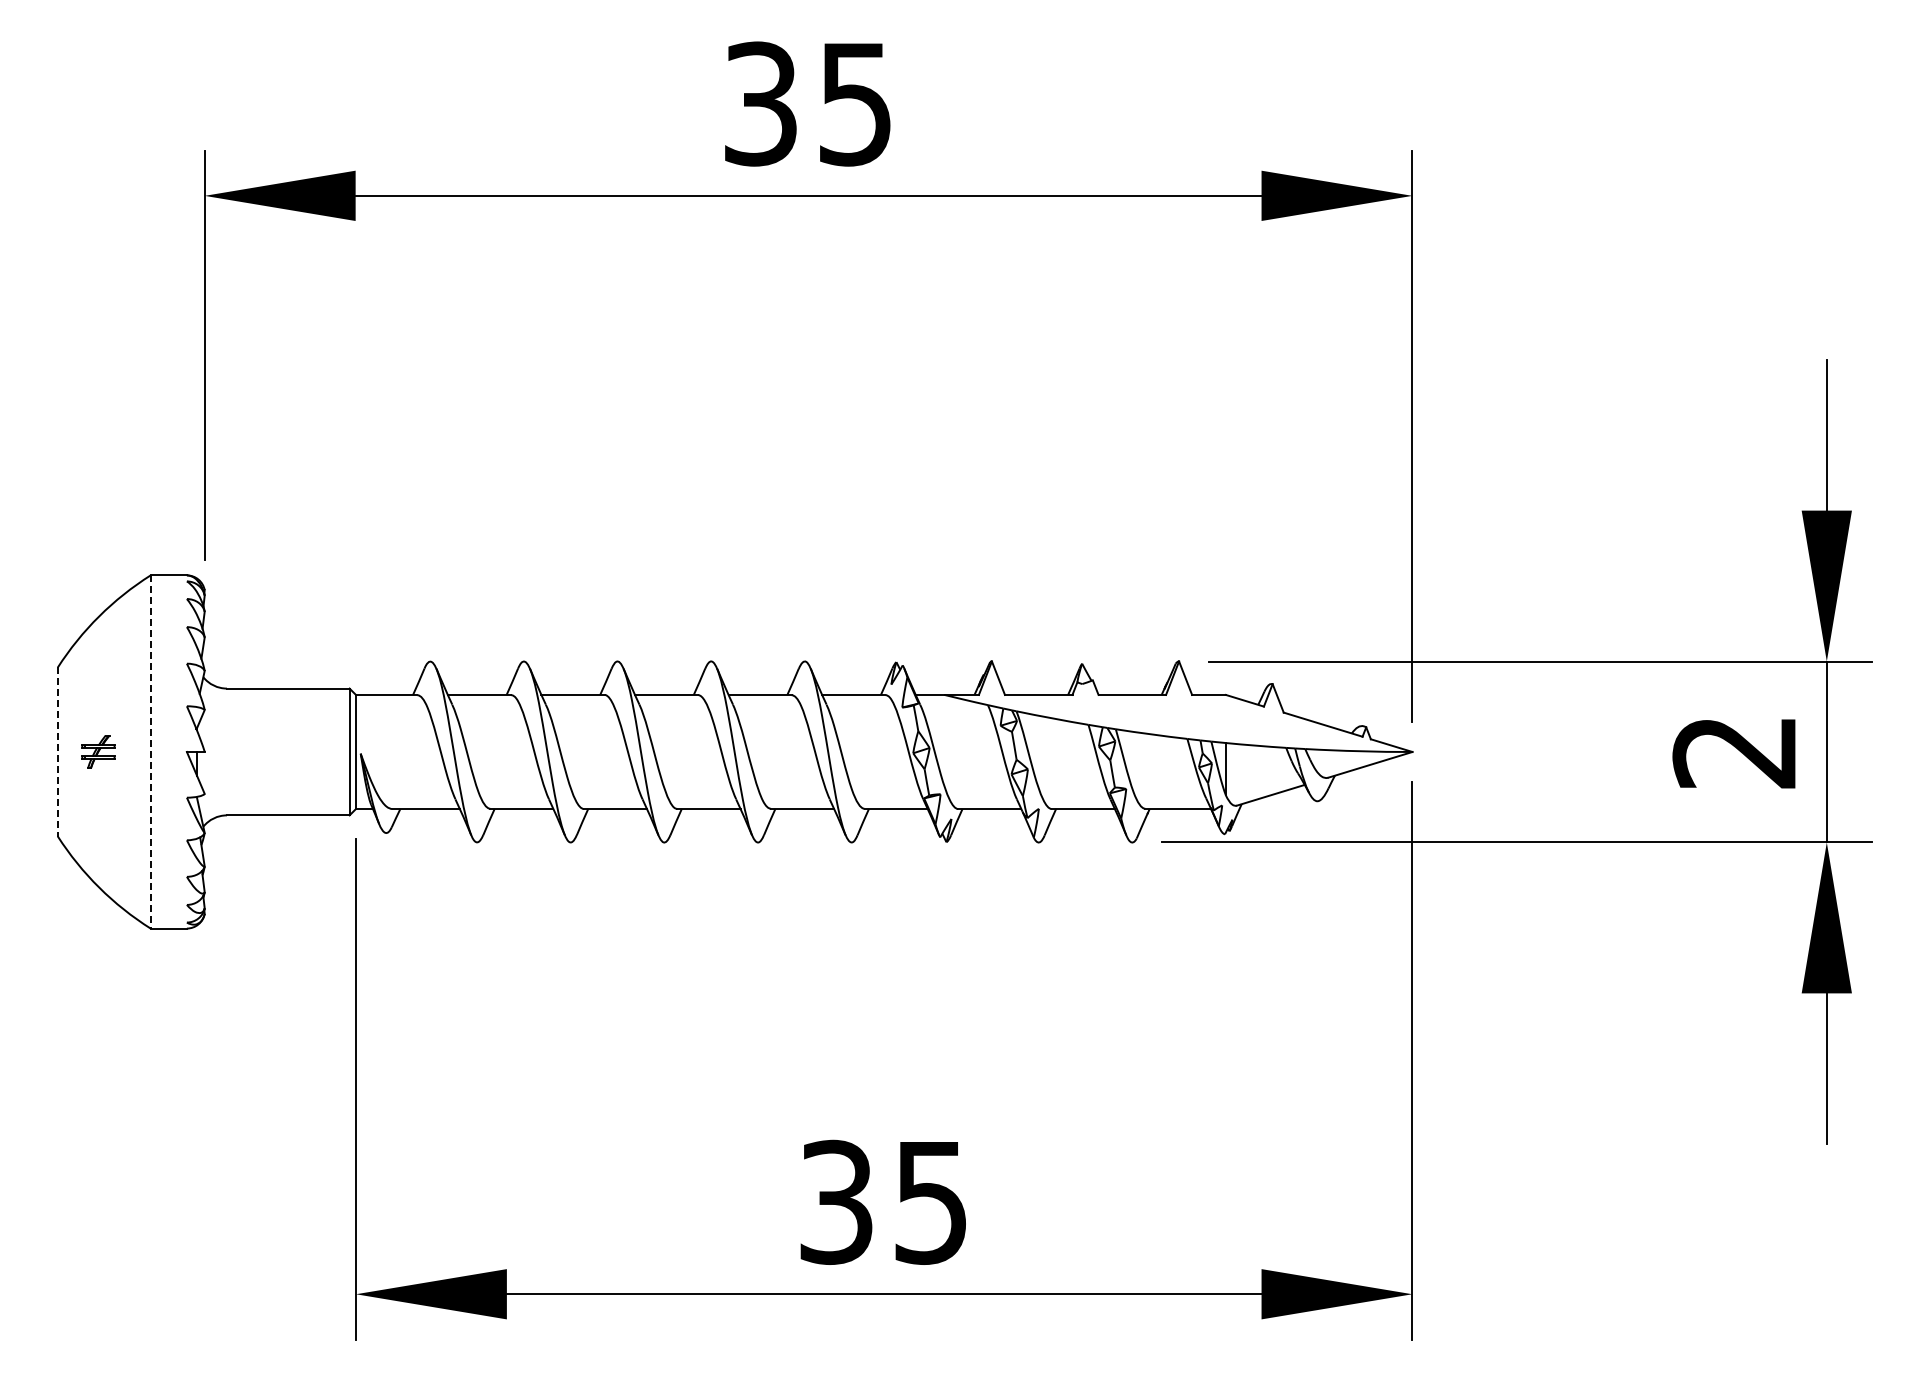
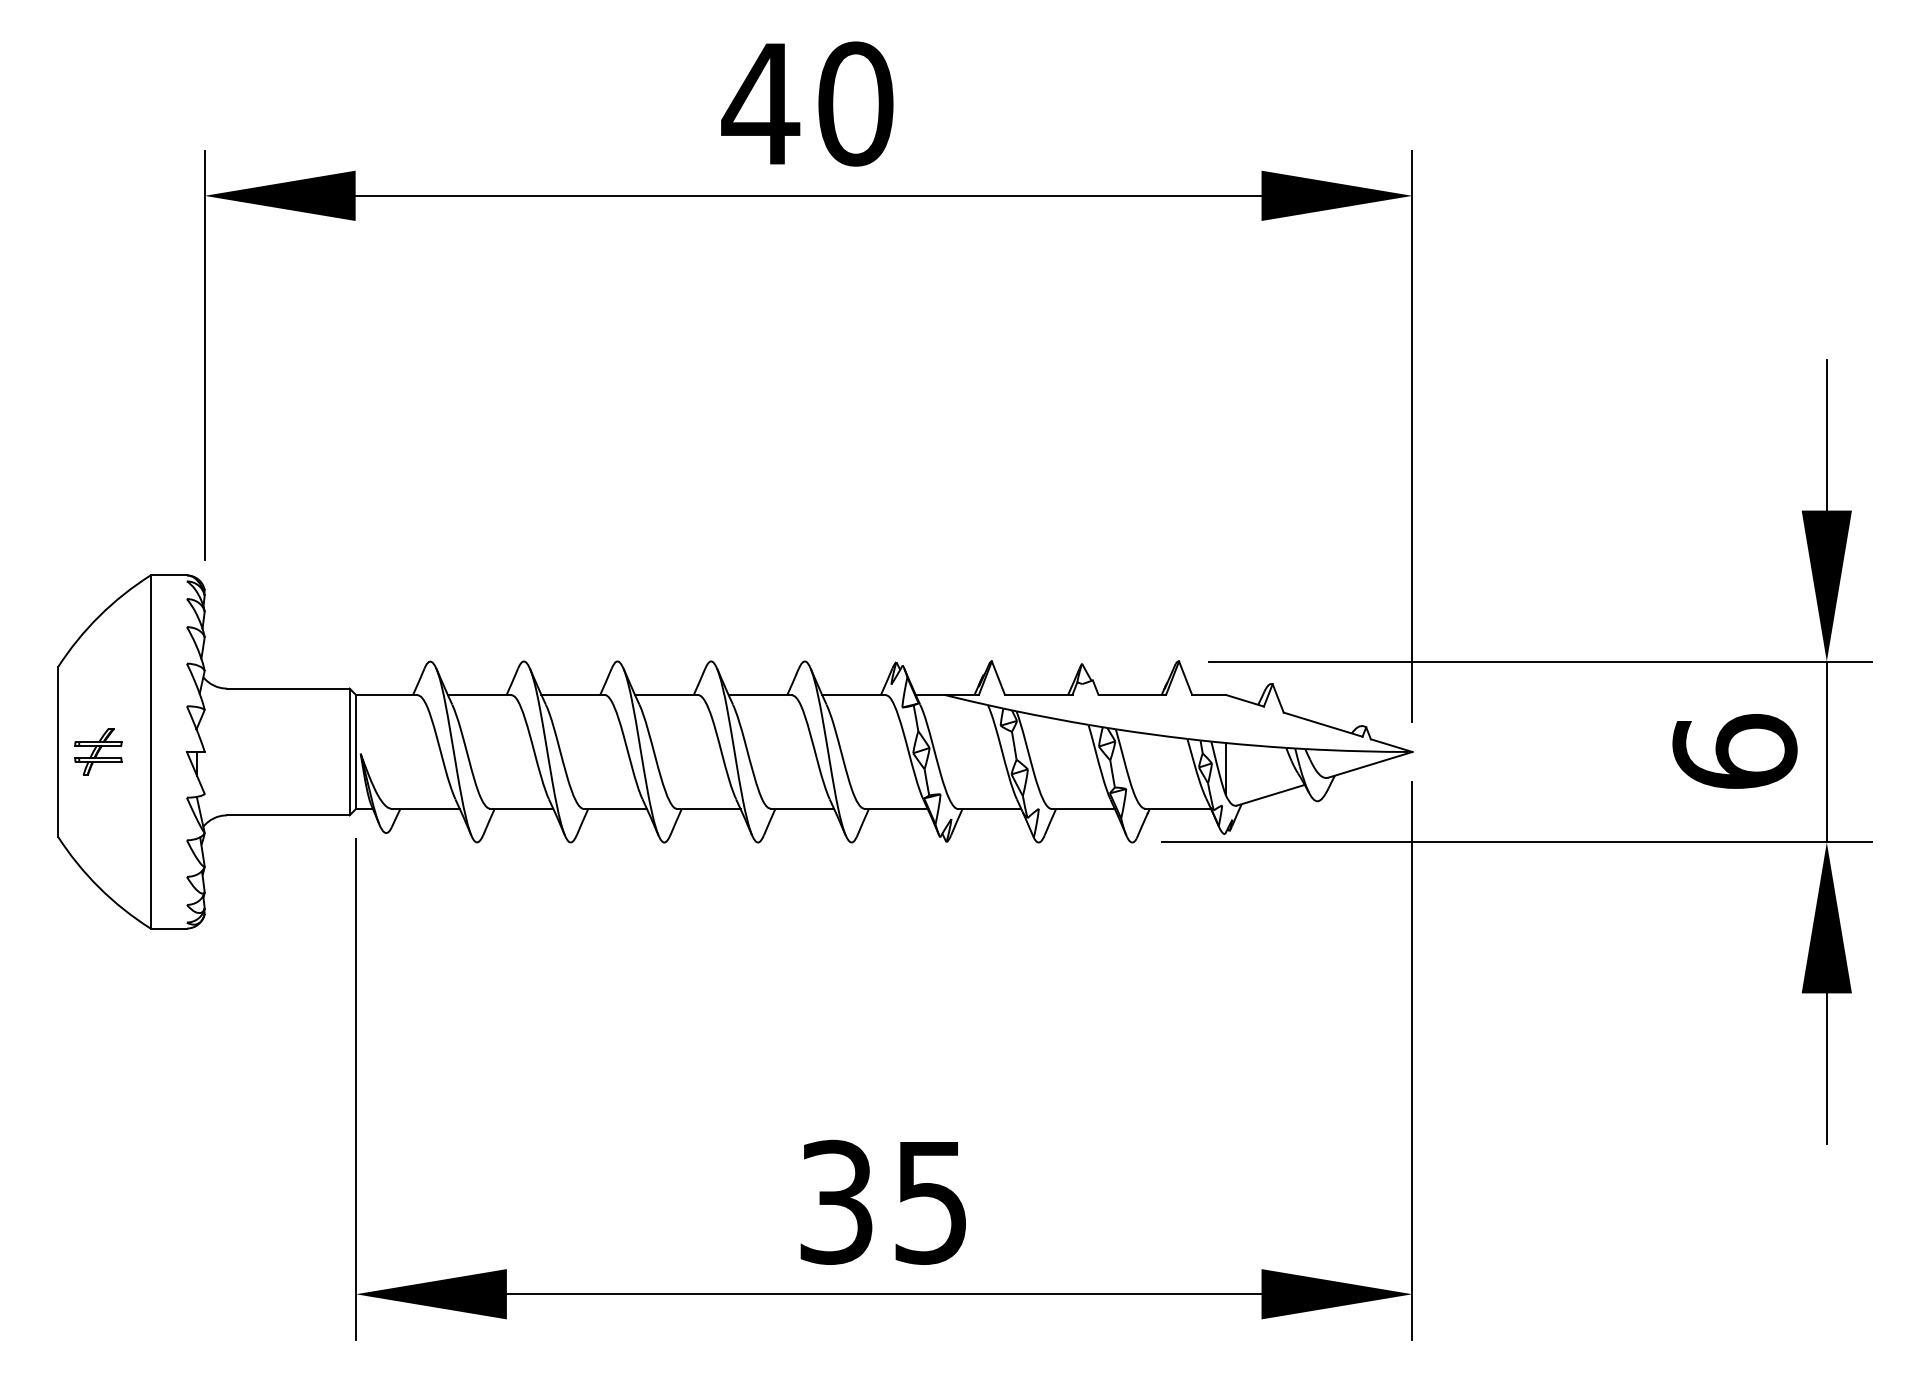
text at (807, 103): 35 -> 40
line at (57, 751): dashed -> solid
part at (98, 751) size: 35x34 px -> 49x48 px
line at (150, 751): dashed -> solid
text at (1734, 751): 2 -> 6
